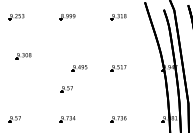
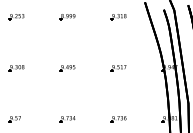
part at (23, 56) position: (23, 56) -> (16, 68)
part at (79, 68) position: (79, 68) -> (67, 68)
part at (66, 89): present -> none
